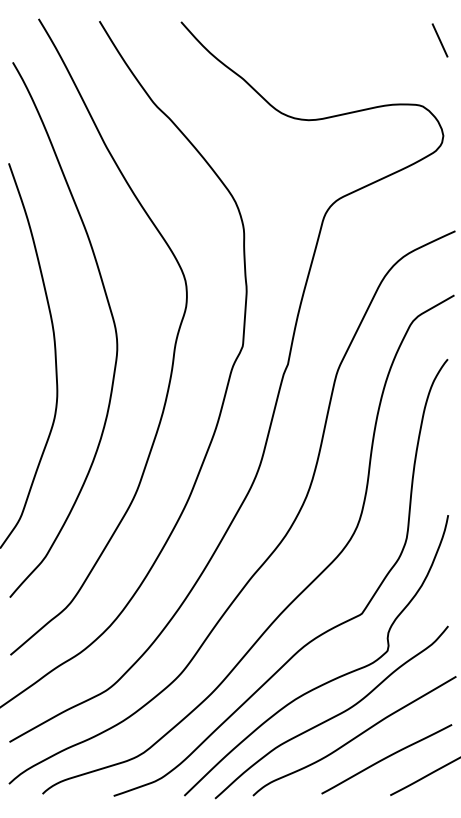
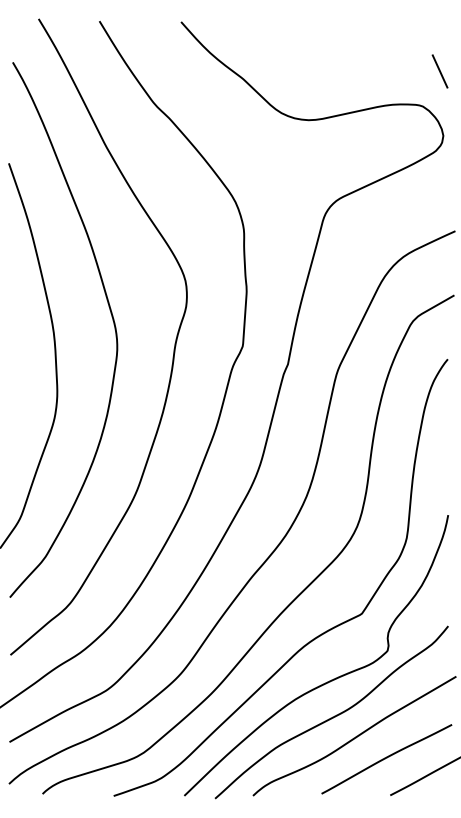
line at (439, 40) position: (439, 40) -> (439, 71)
